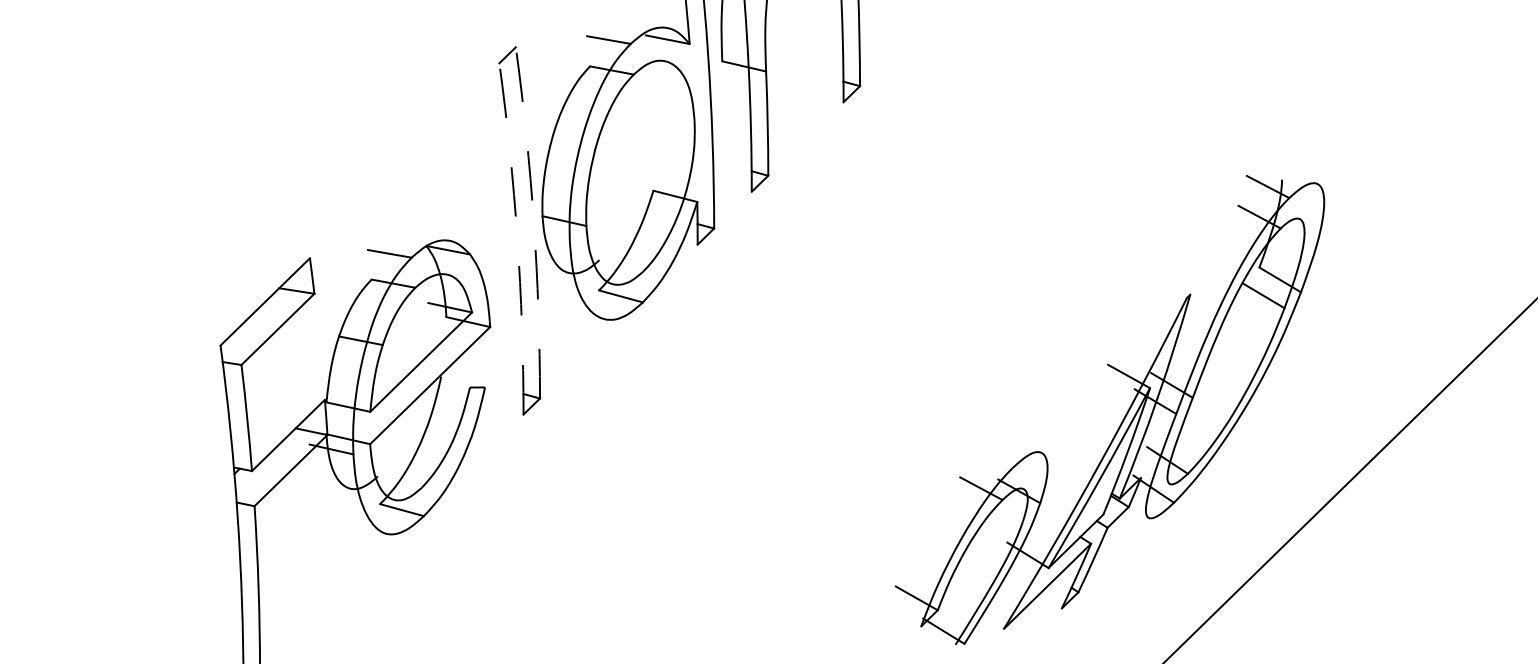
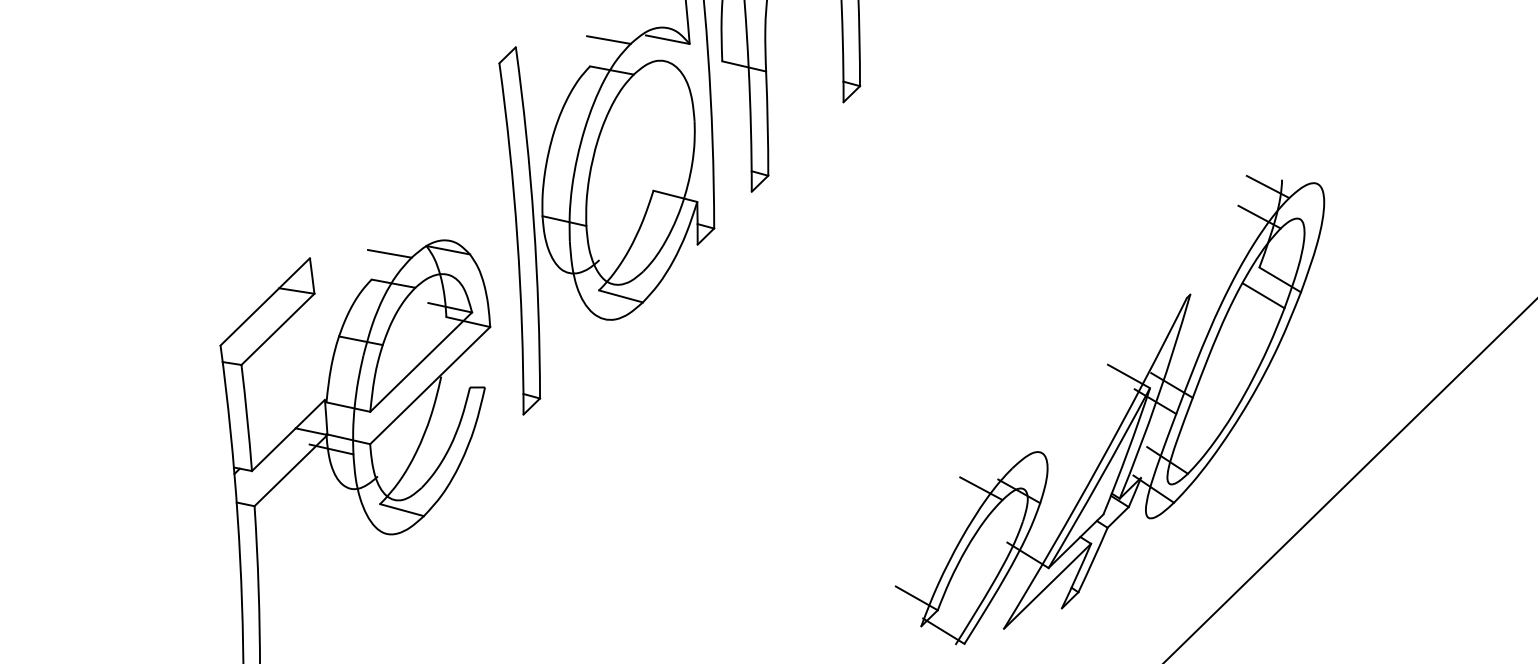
arc at (533, 222): dashed -> solid
arc at (517, 238): dashed -> solid
